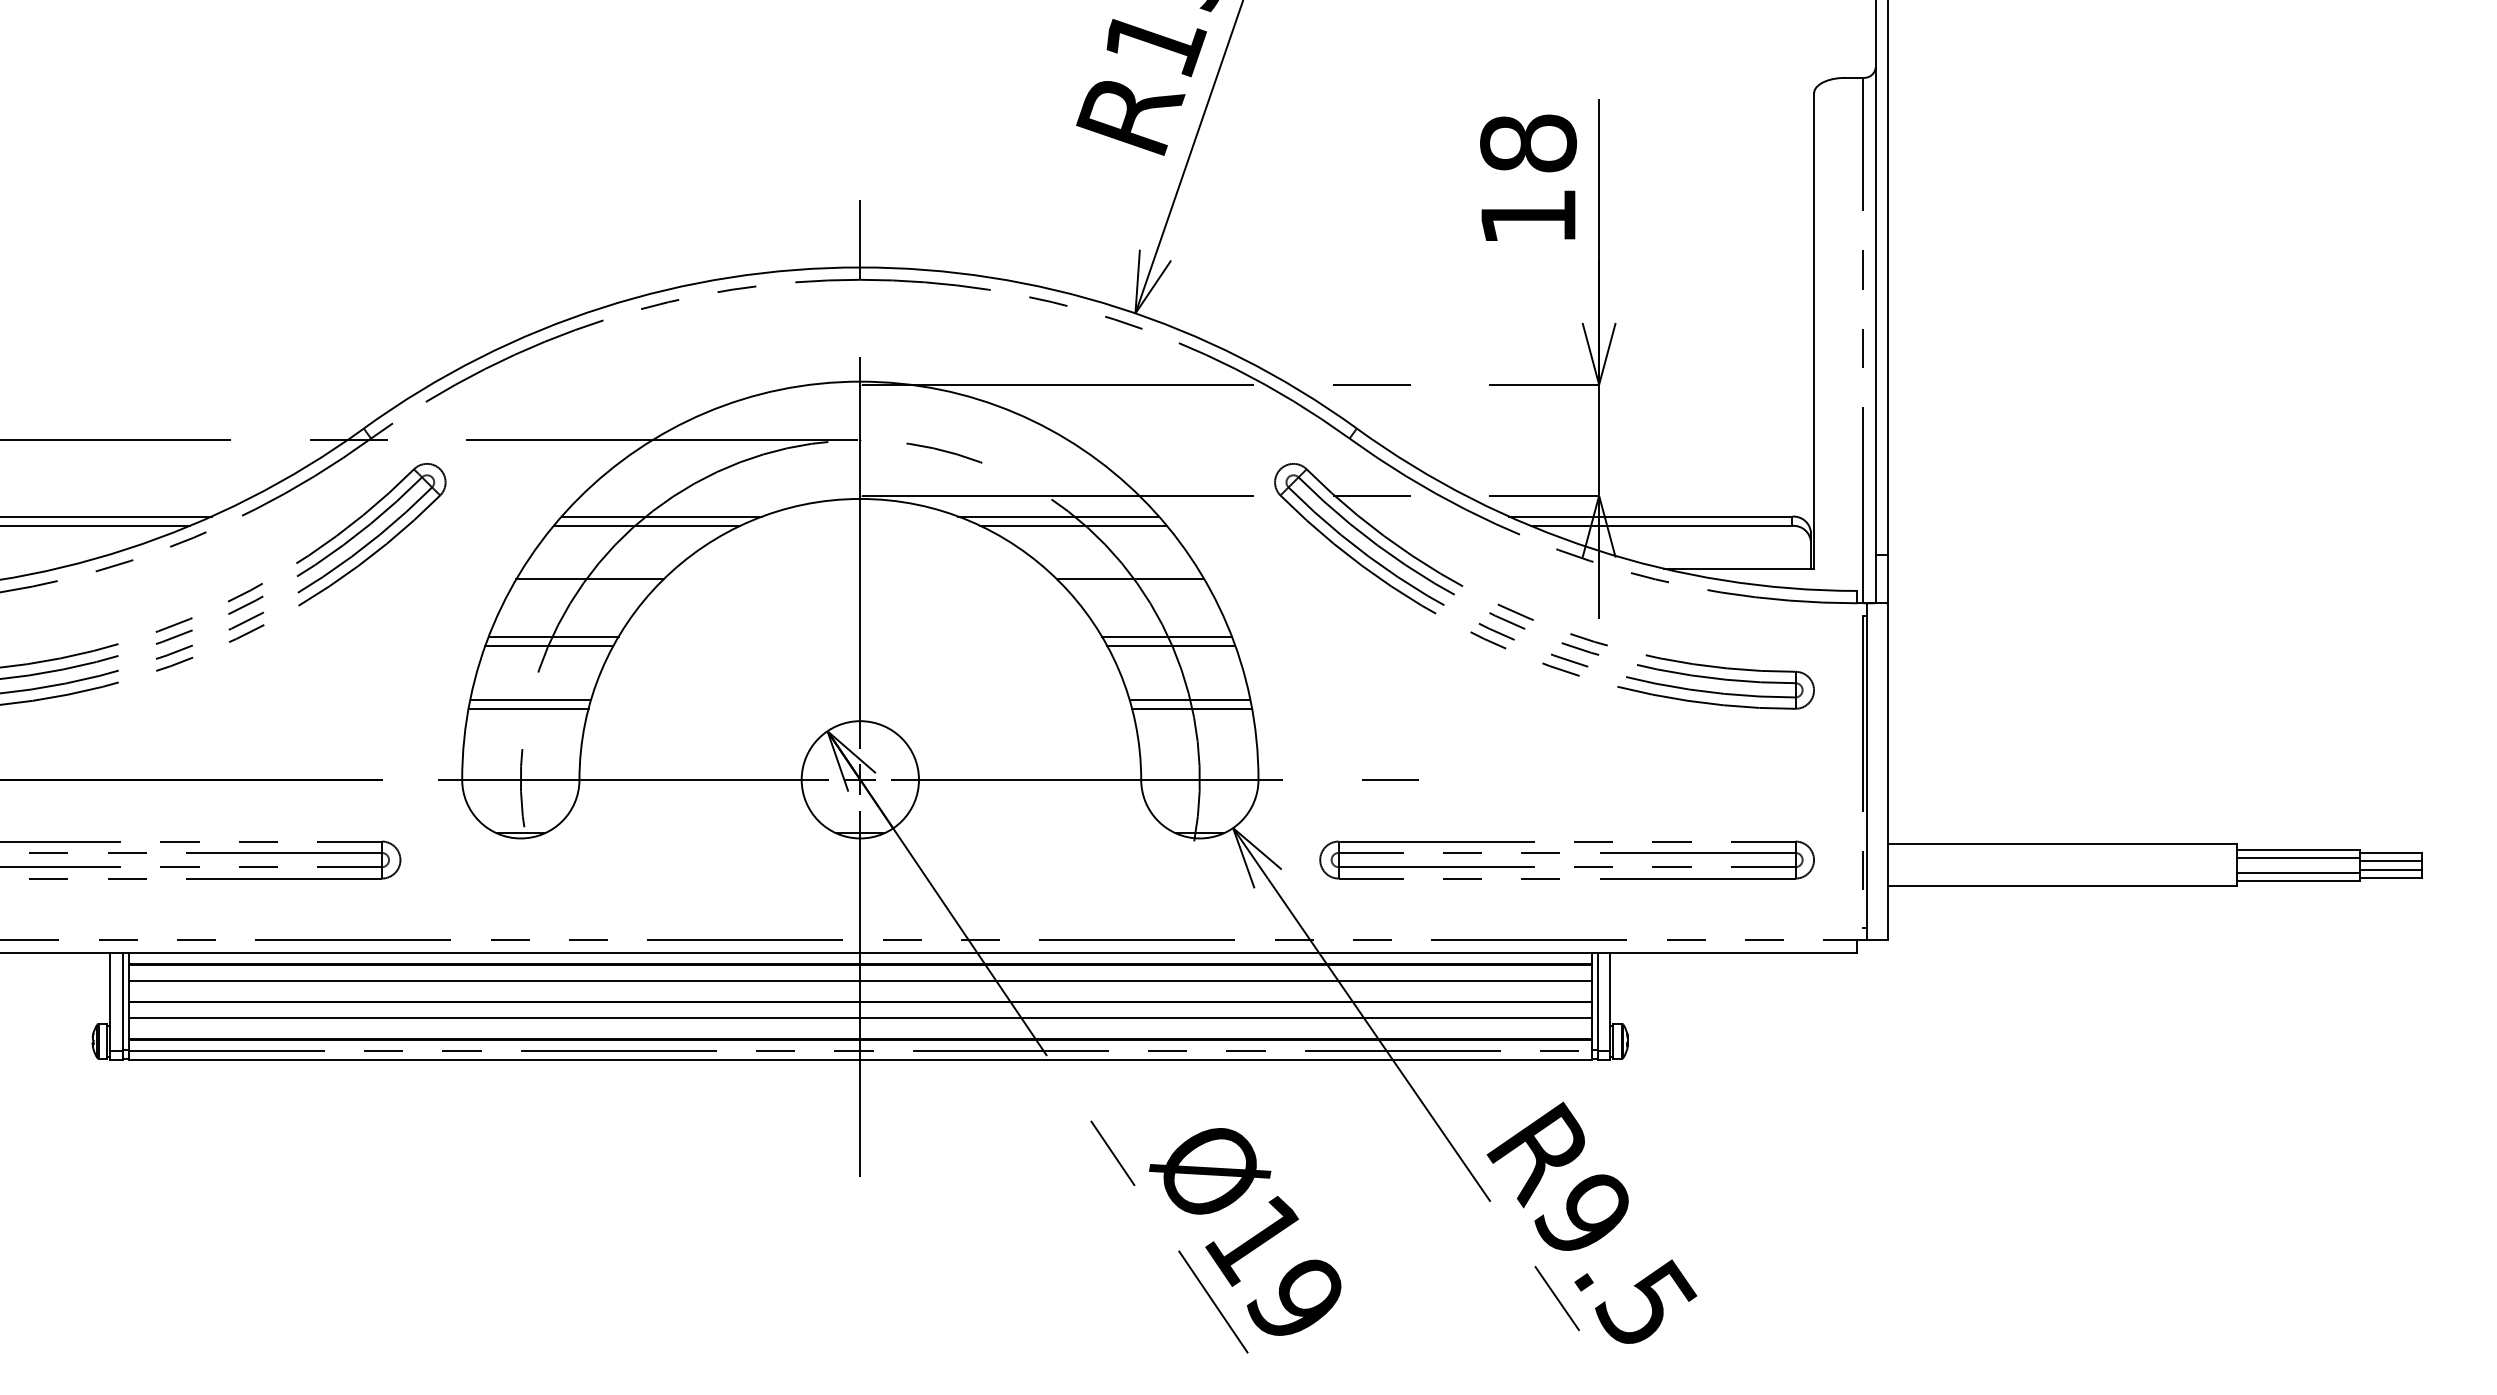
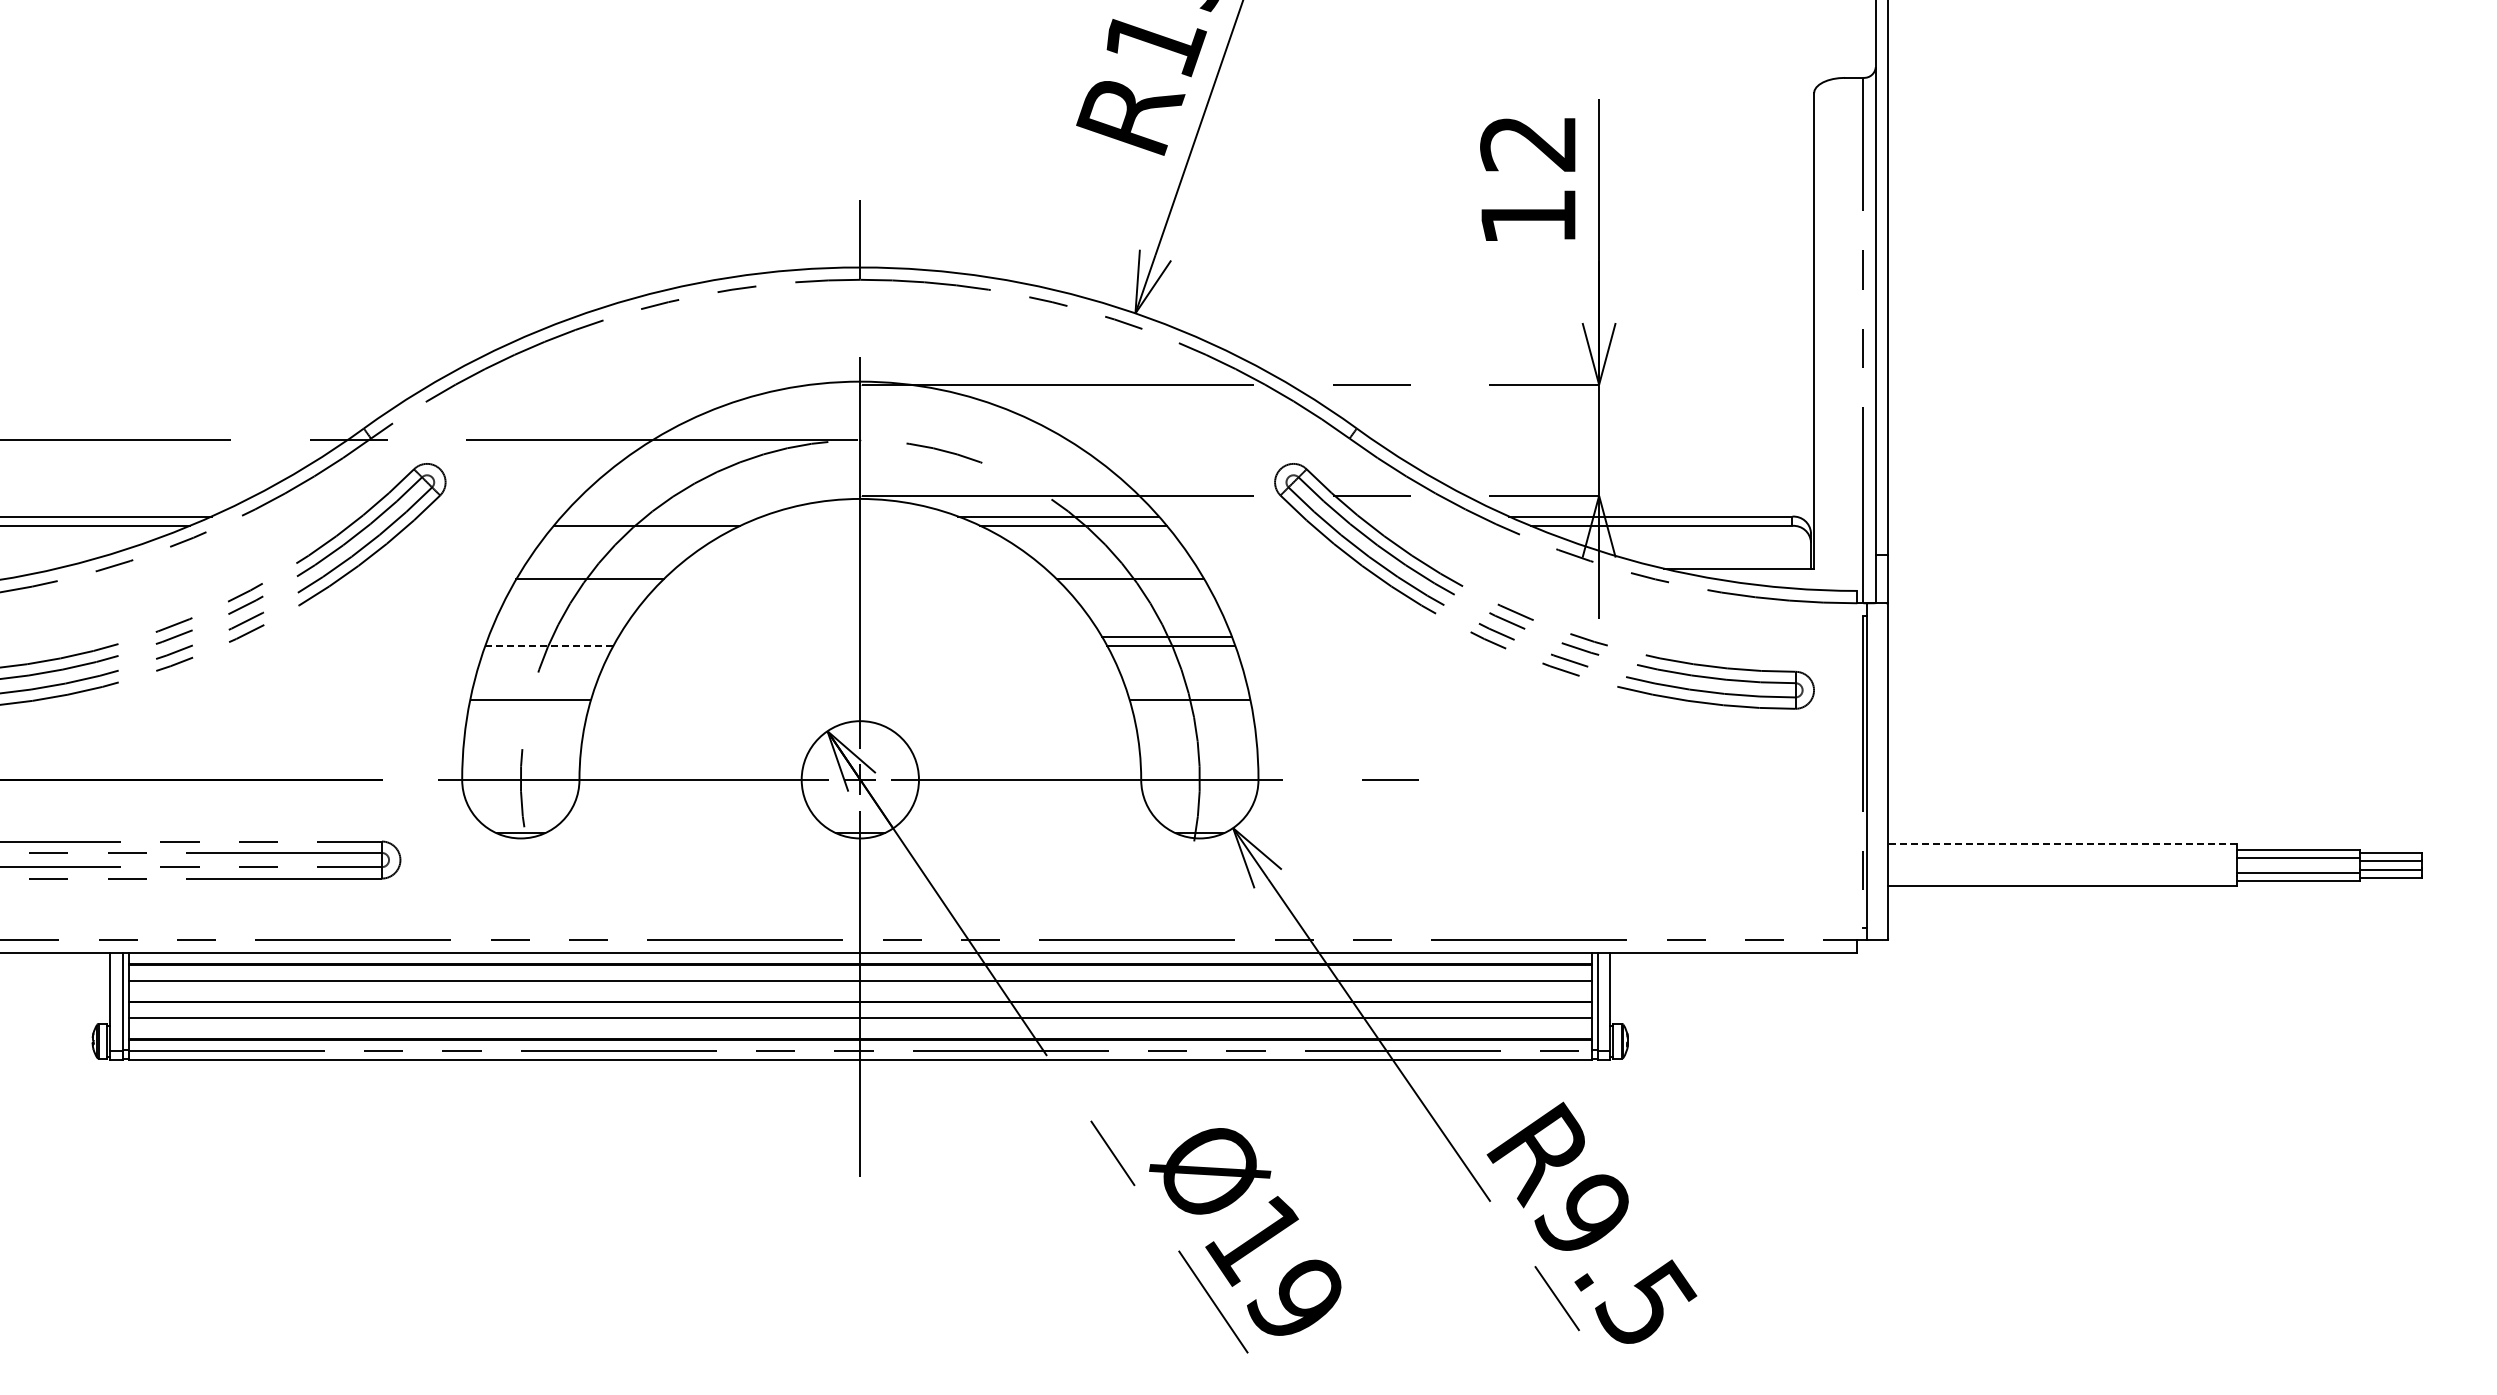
text at (1528, 143): 18 -> 12
line at (661, 516): present -> none
line at (553, 636): present -> none
line at (549, 646): solid -> dashed
line at (528, 708): present -> none
line at (1192, 708): present -> none
line at (2062, 844): solid -> dashed
part at (1559, 853): present -> none
